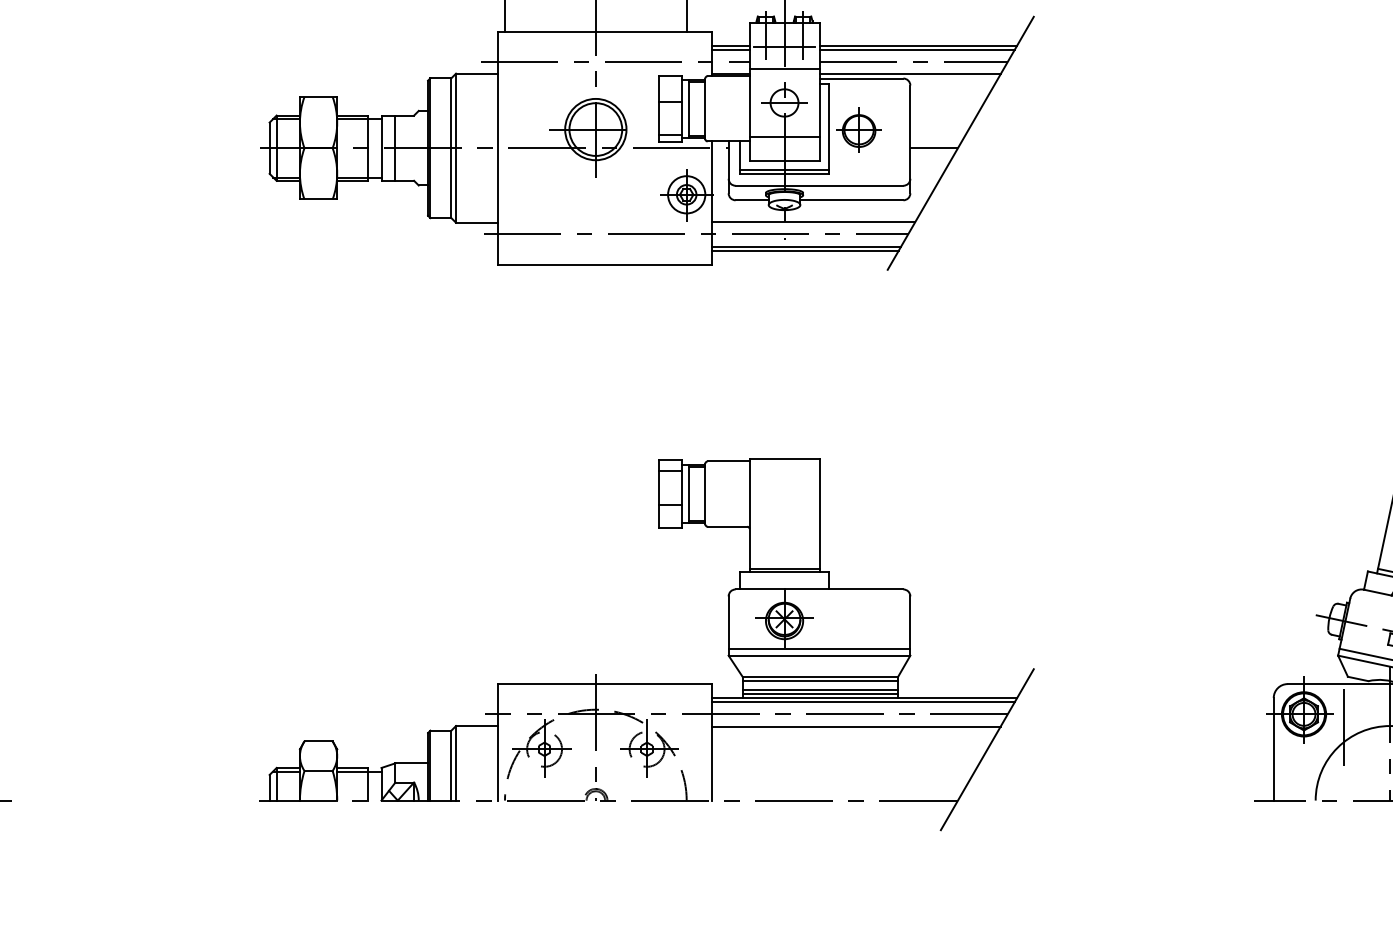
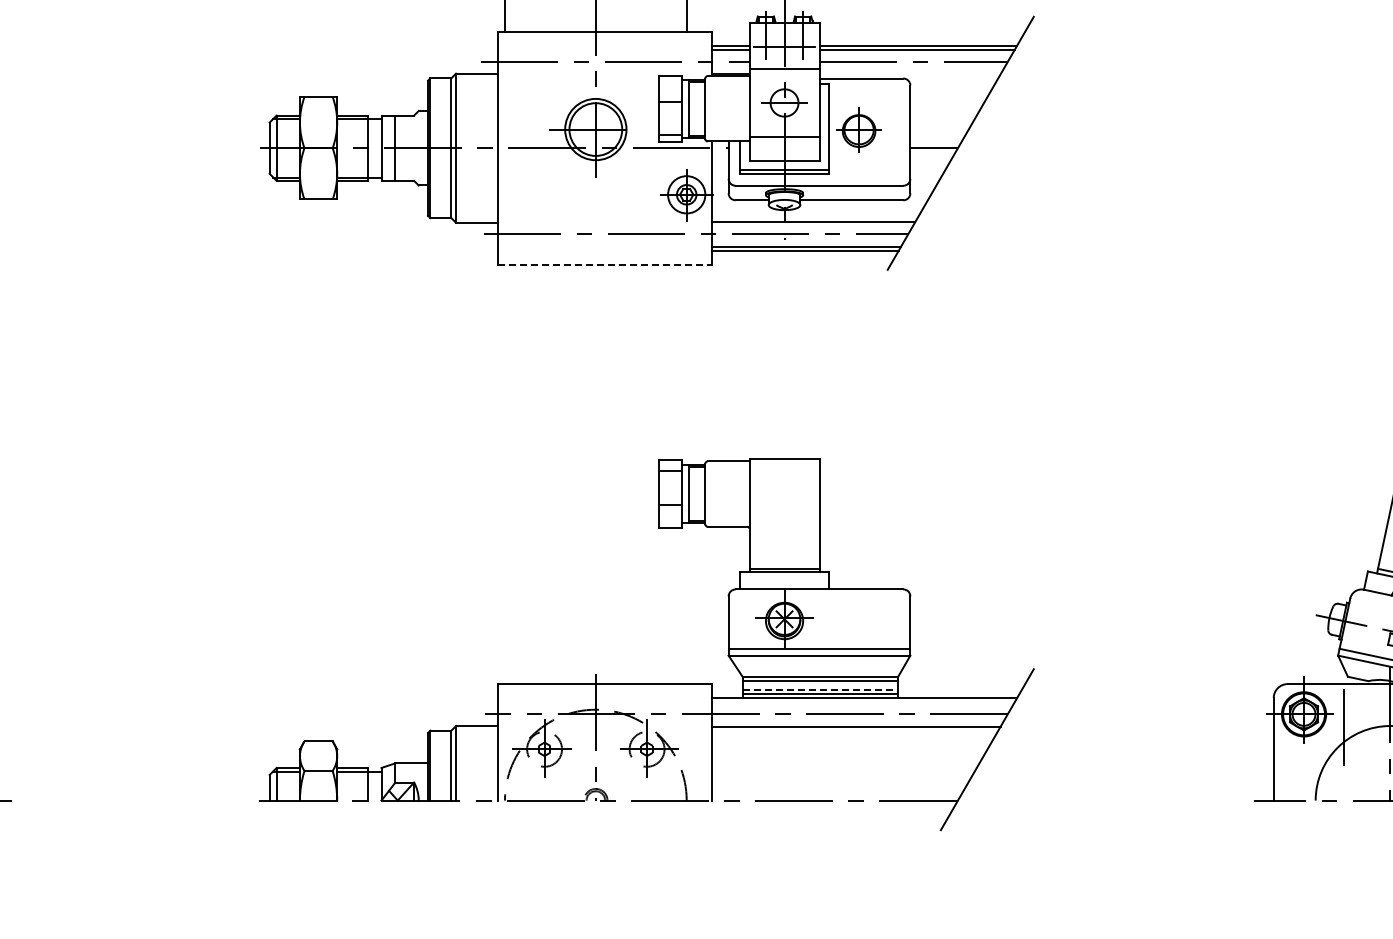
line at (909, 74): present -> none
line at (605, 264): solid -> dashed
line at (820, 689): solid -> dashed
line at (863, 702): present -> none
